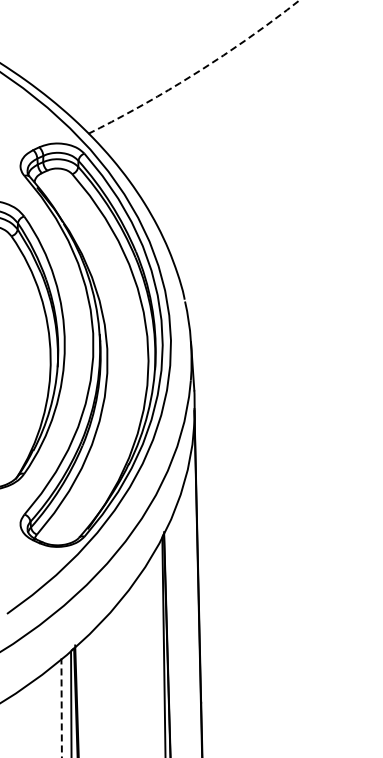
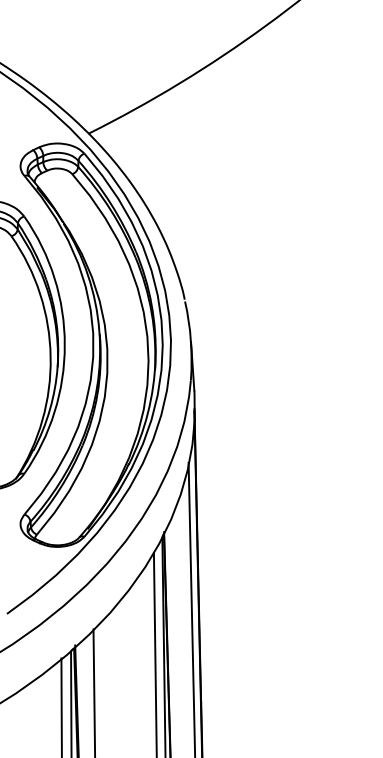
arc at (197, 72): dashed -> solid
line at (191, 608): none -> present
line at (154, 653): none -> present
line at (94, 691): none -> present
line at (61, 707): dashed -> solid
